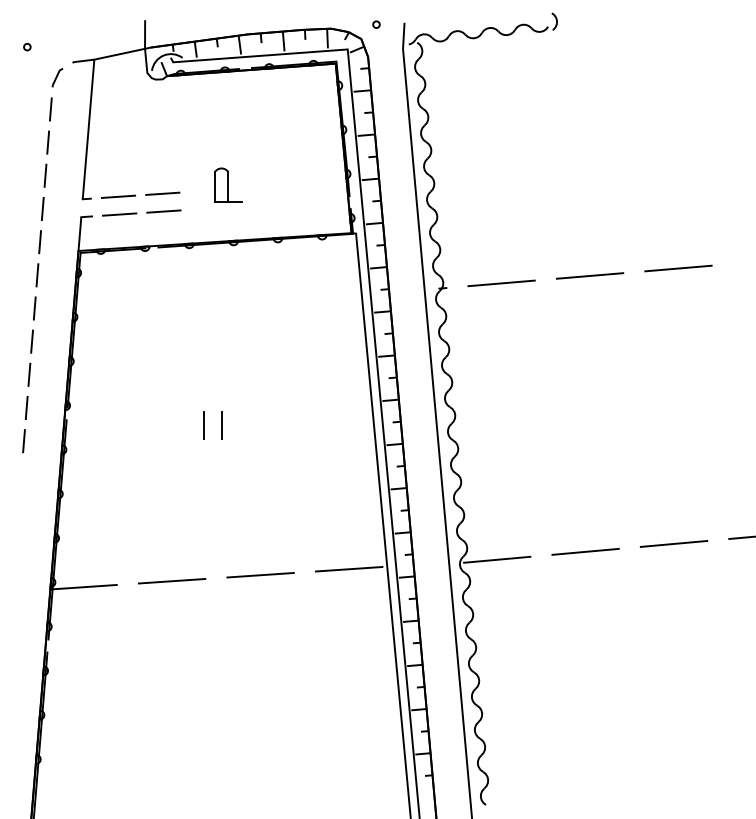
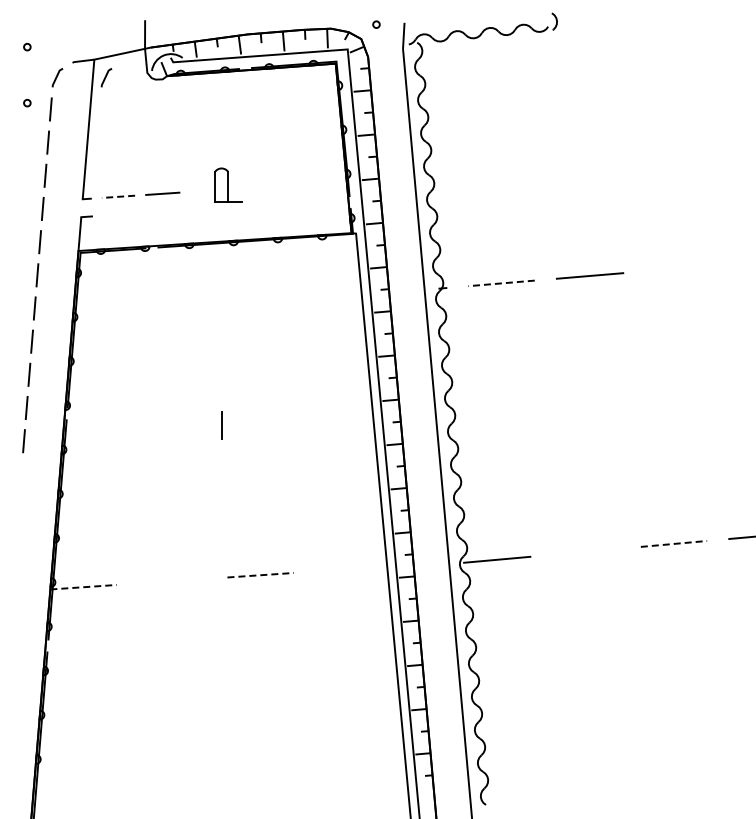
line at (106, 77): none -> present
circle at (27, 102): none -> present
line at (118, 196): solid -> dashed
line at (163, 211): present -> none
line at (119, 214): present -> none
line at (678, 268): present -> none
line at (501, 283): solid -> dashed
line at (204, 425): present -> none
line at (674, 543): solid -> dashed
line at (585, 551): present -> none
line at (348, 569): present -> none
line at (261, 575): solid -> dashed
line at (171, 580): present -> none
line at (84, 587): solid -> dashed
